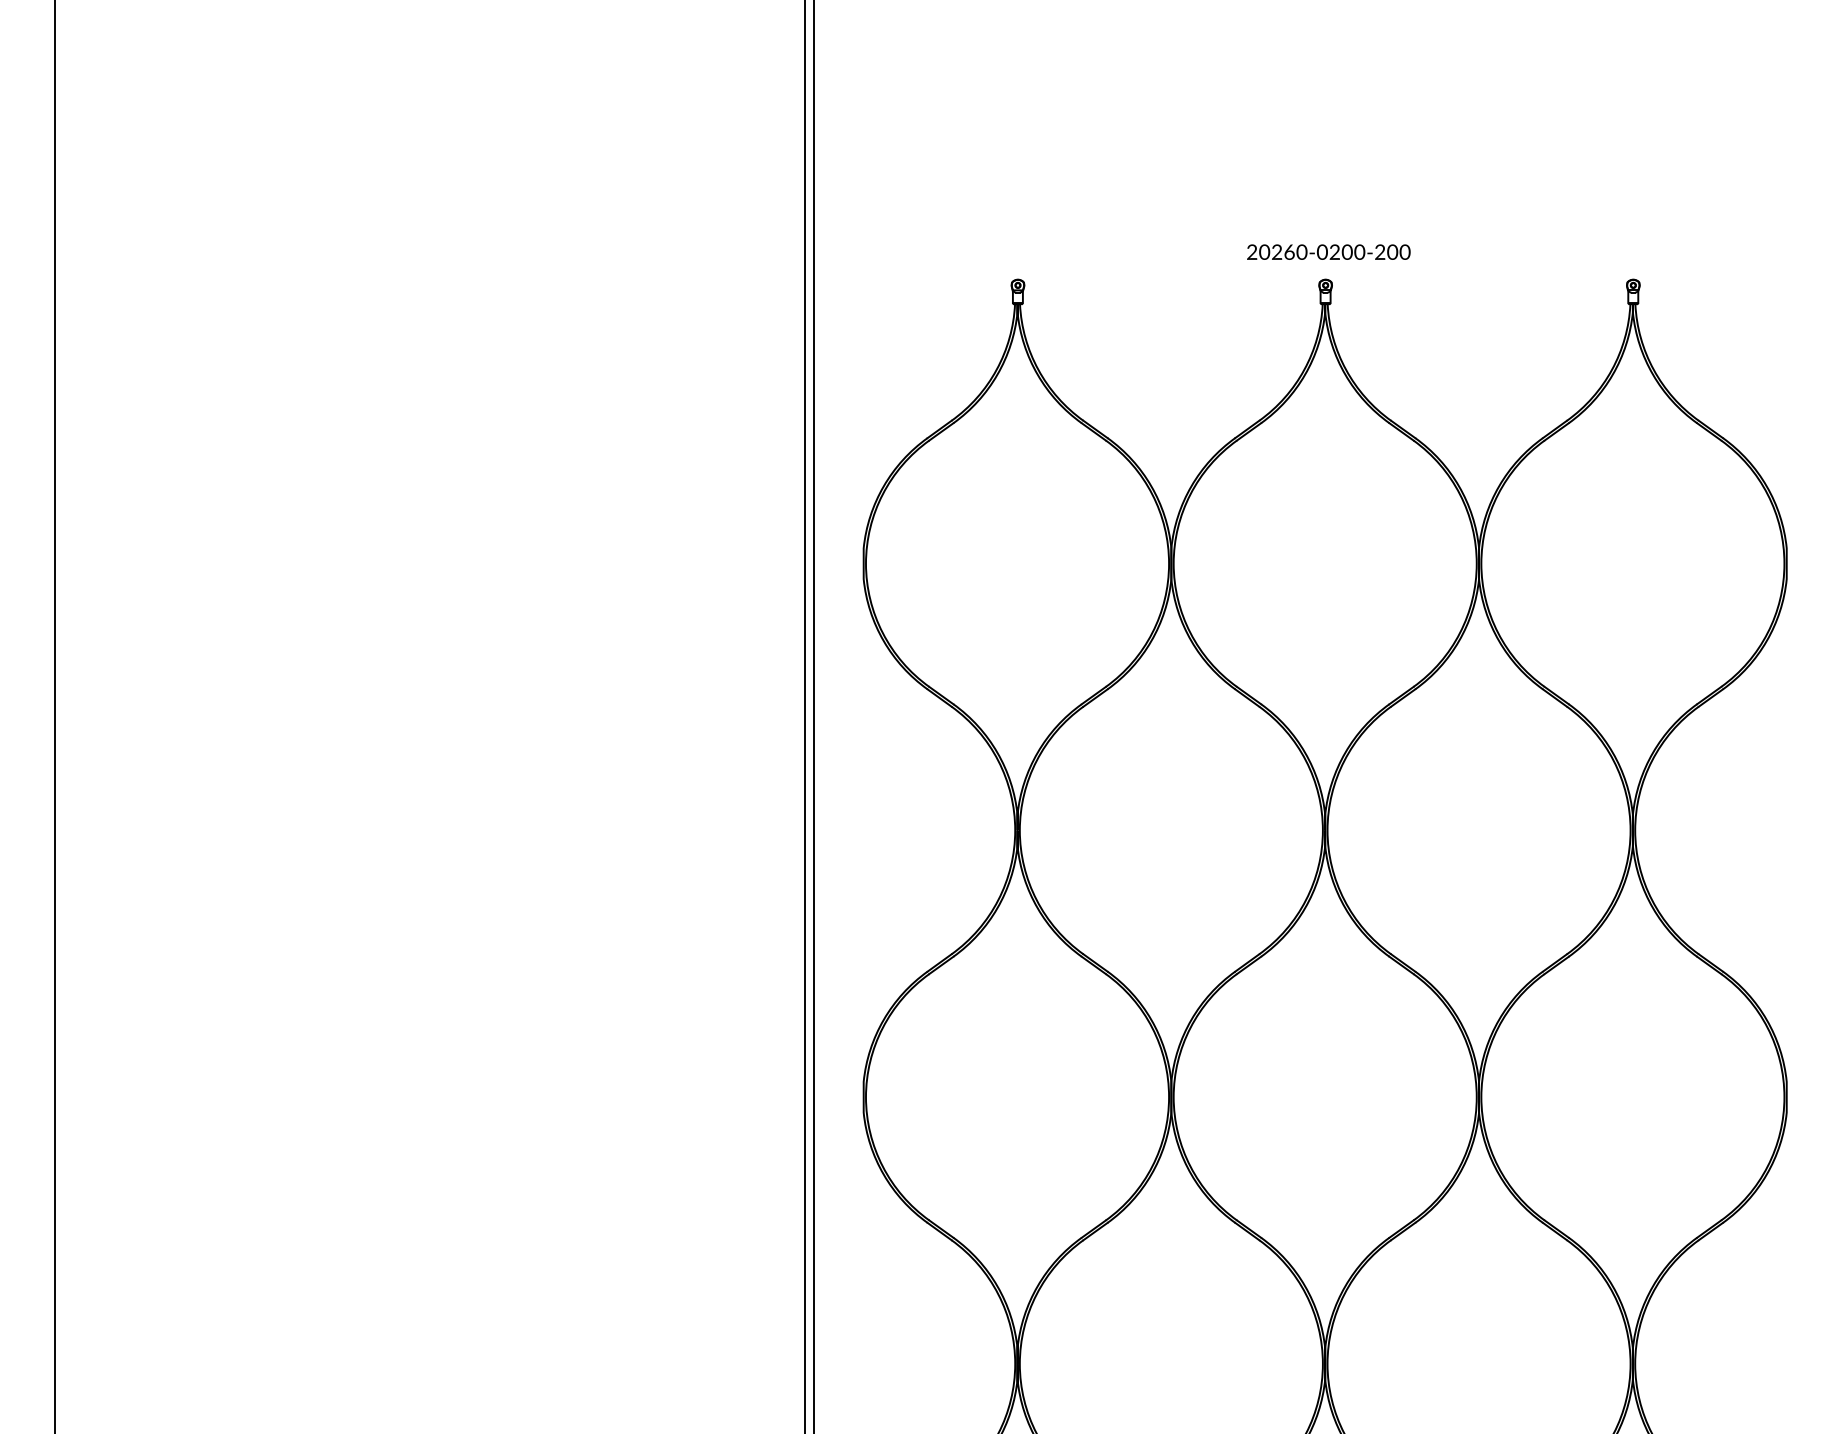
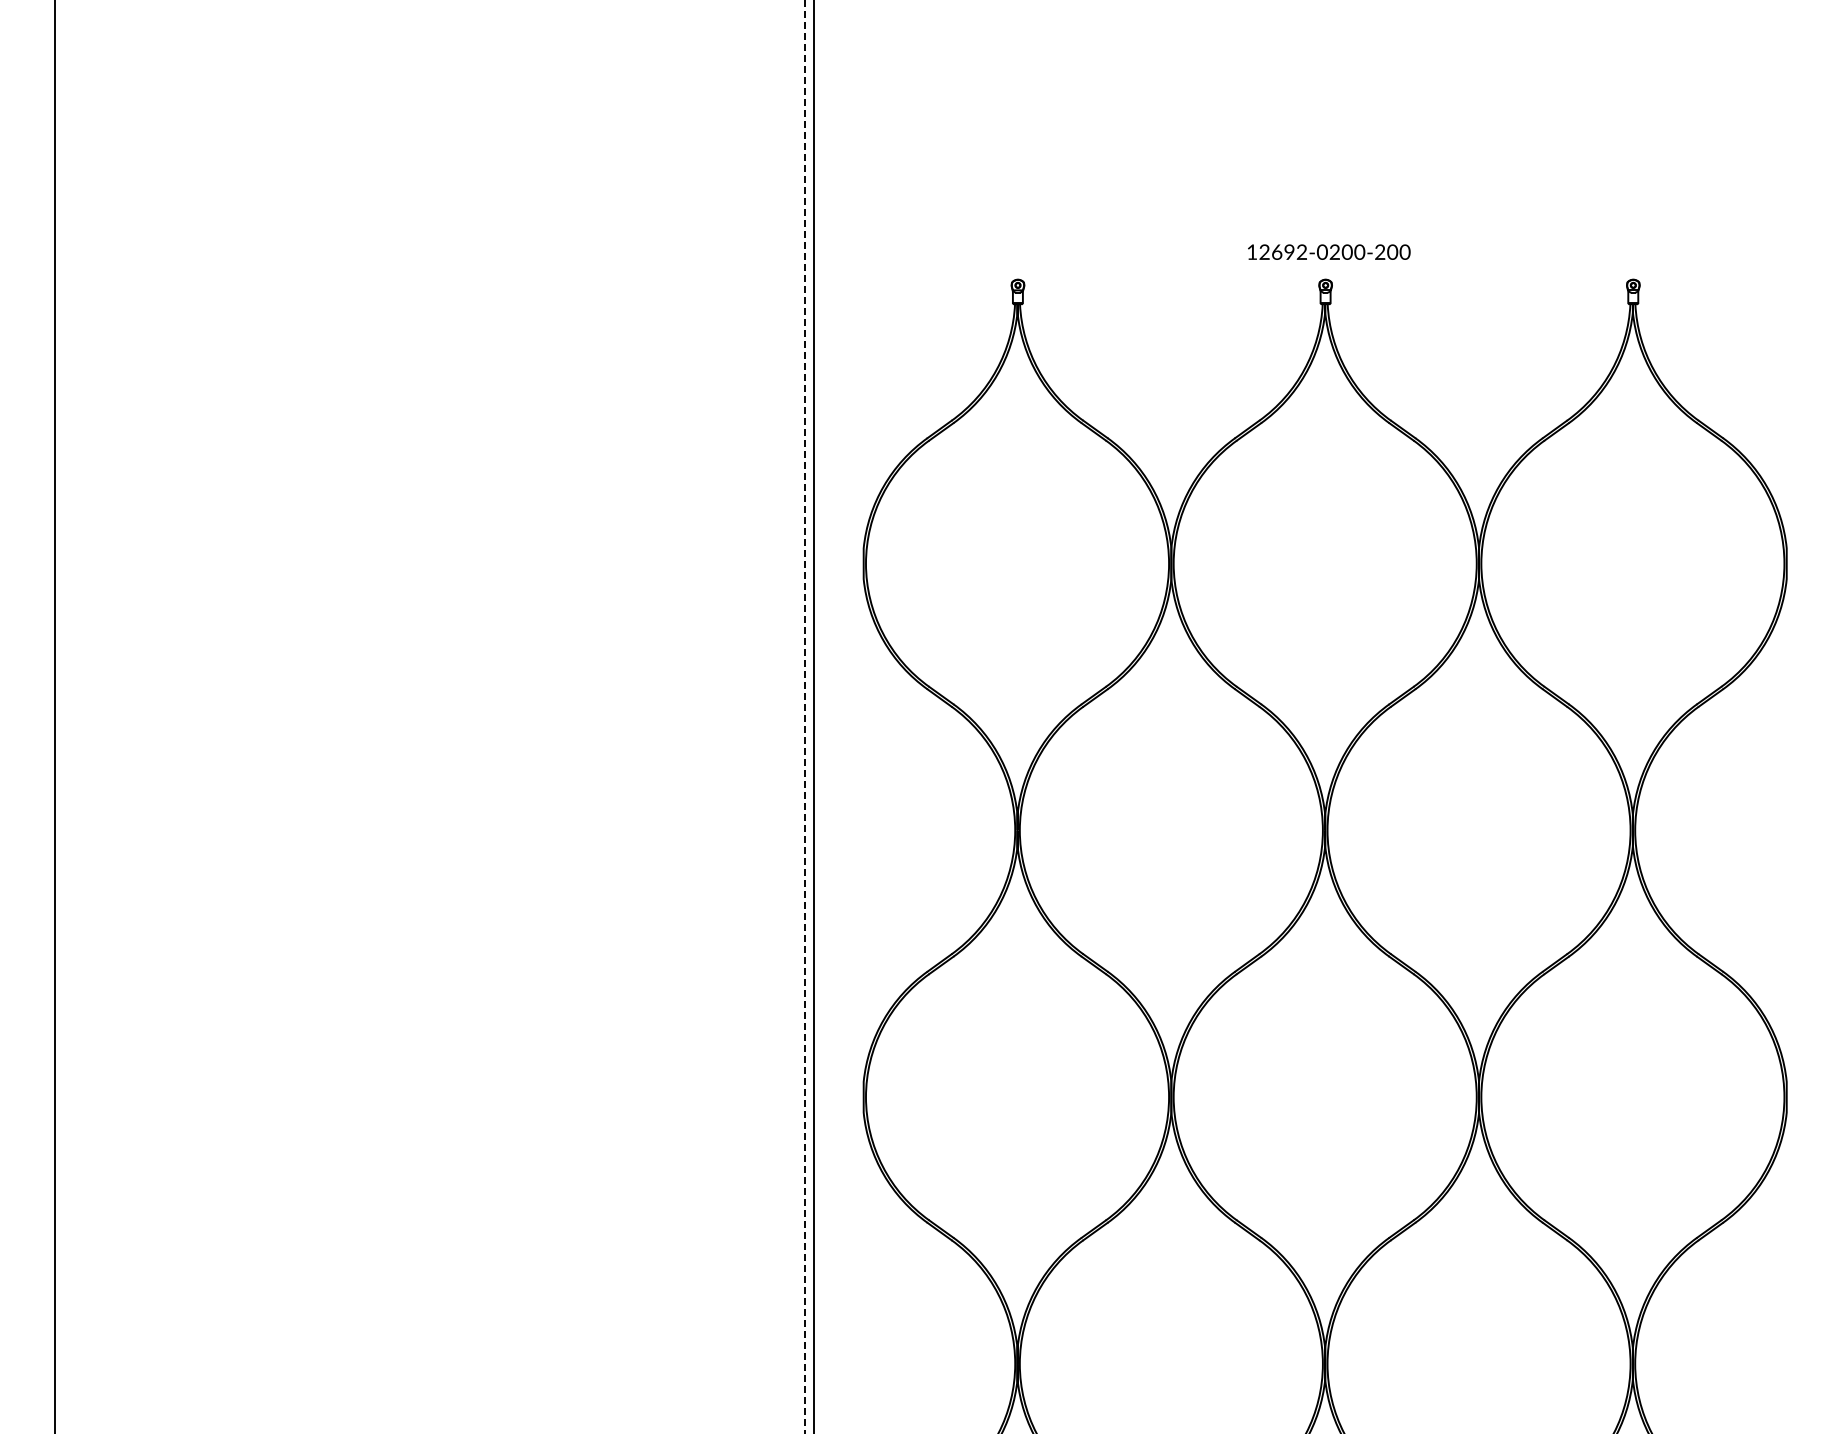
text at (1277, 251): 20260-0200-200 -> 12692-0200-200
line at (805, 716): solid -> dashed
